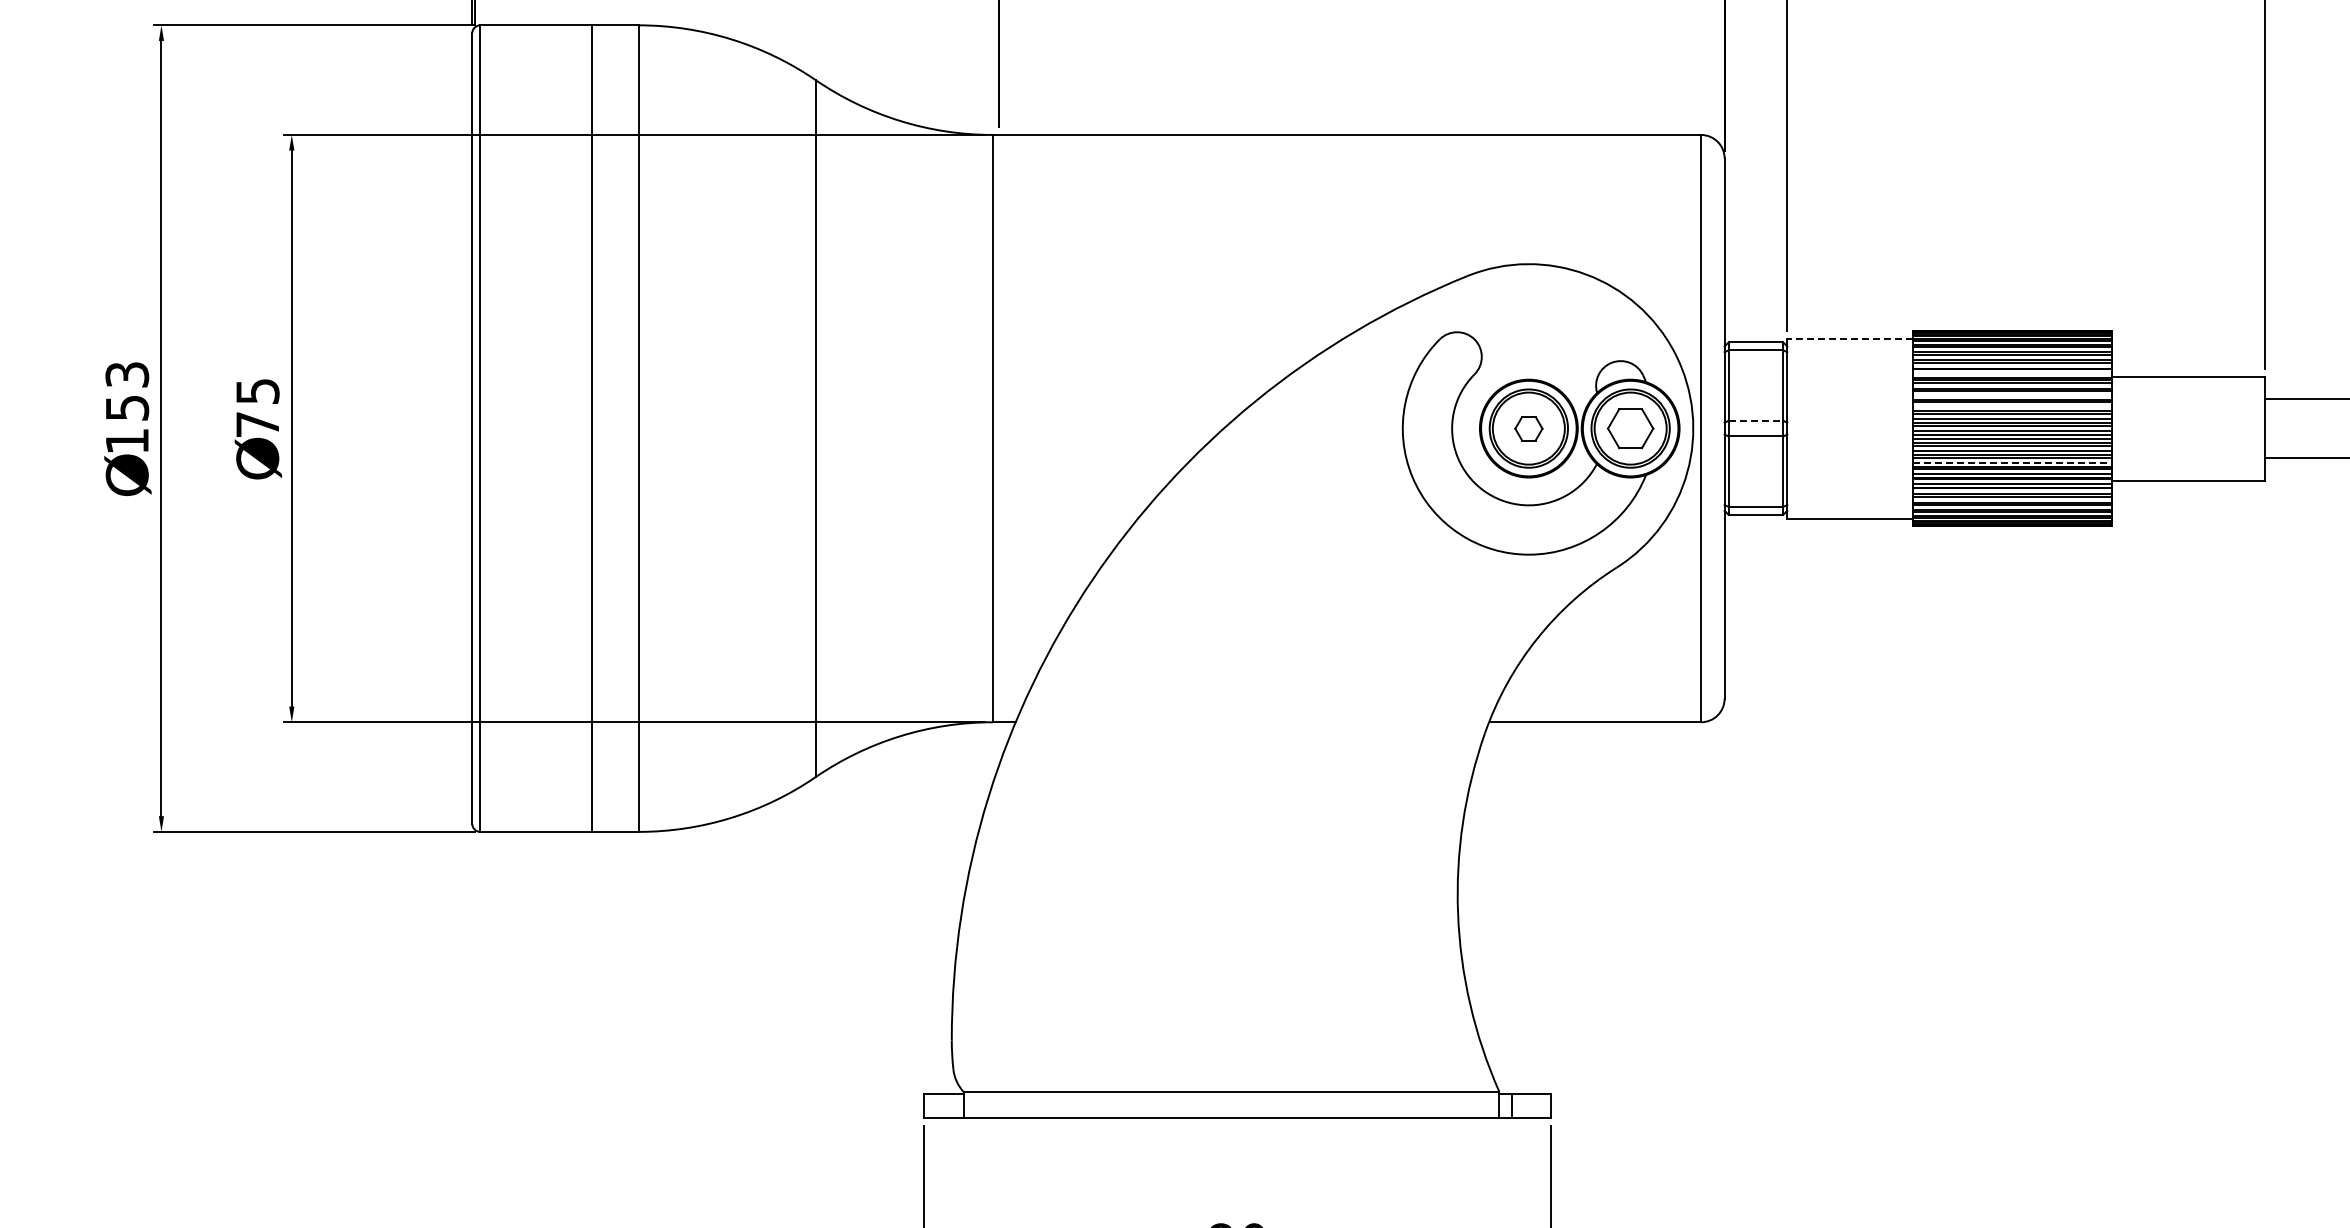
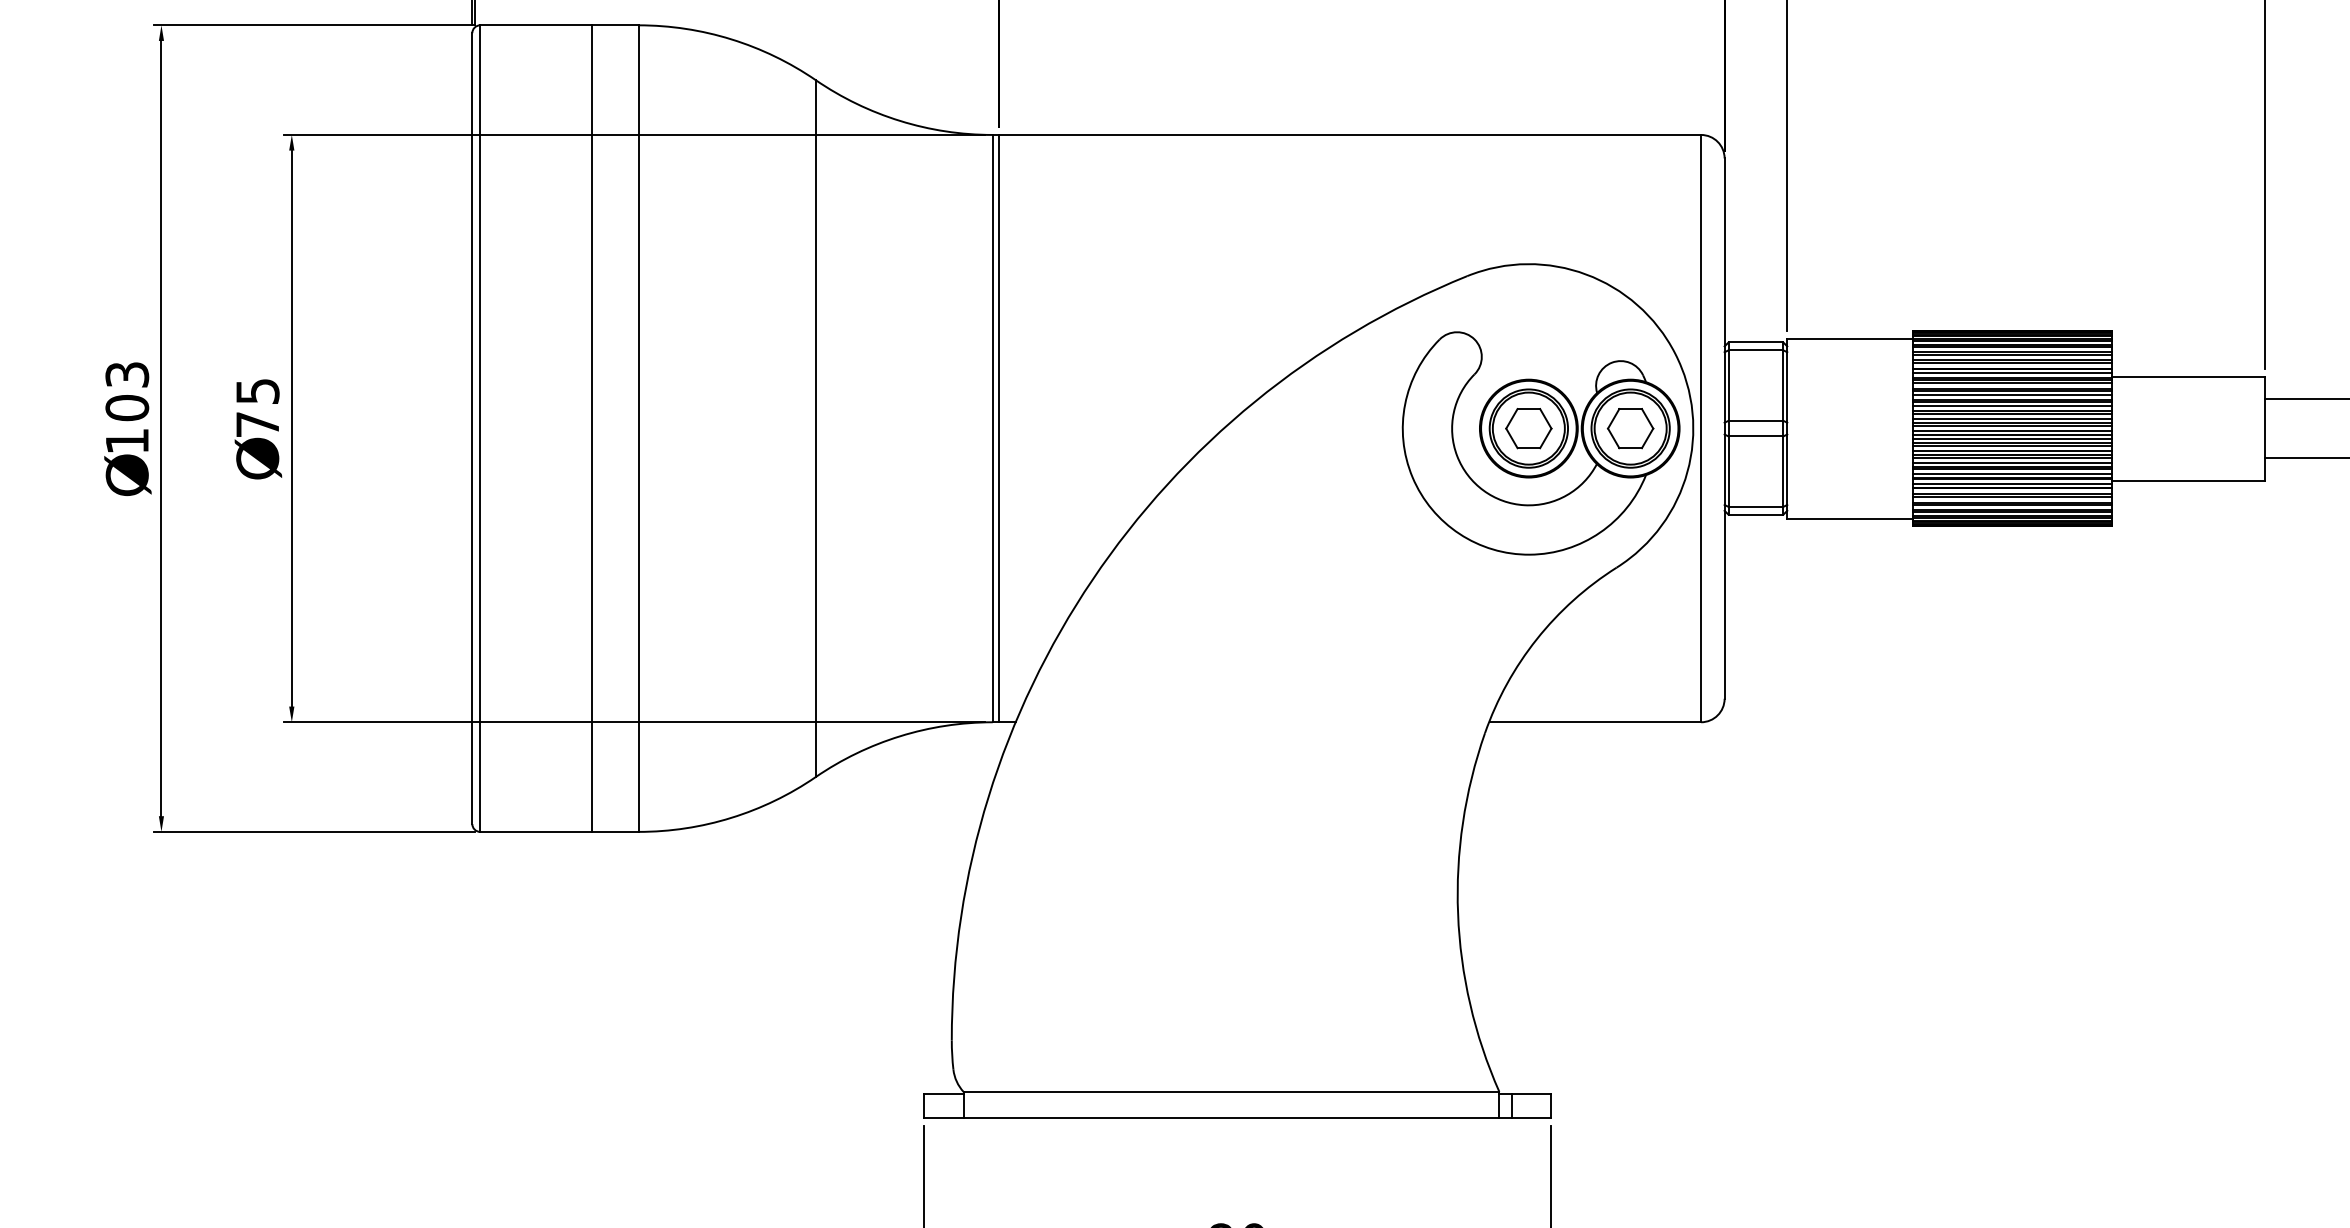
line at (1849, 338): dashed -> solid
line at (2012, 372): none -> present
line at (2012, 394): none -> present
line at (2012, 406): none -> present
text at (127, 408): 153 -> 103
line at (1756, 420): dashed -> solid
line at (999, 428): none -> present
part at (1528, 428) size: 30x26 px -> 48x42 px
line at (2012, 462): dashed -> solid
